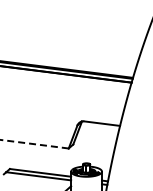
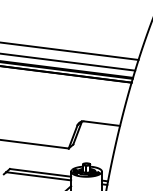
line at (70, 50): none -> present
line at (68, 61): none -> present
line at (34, 144): dashed -> solid
